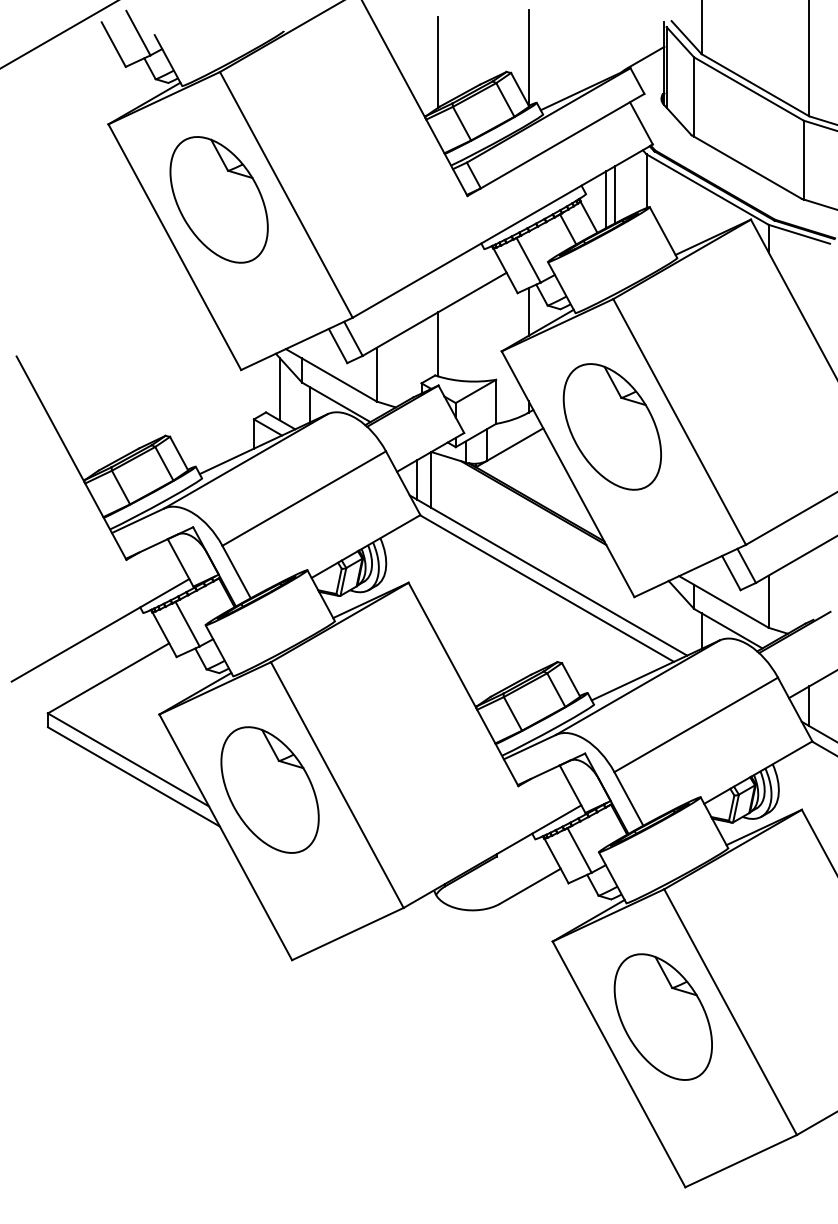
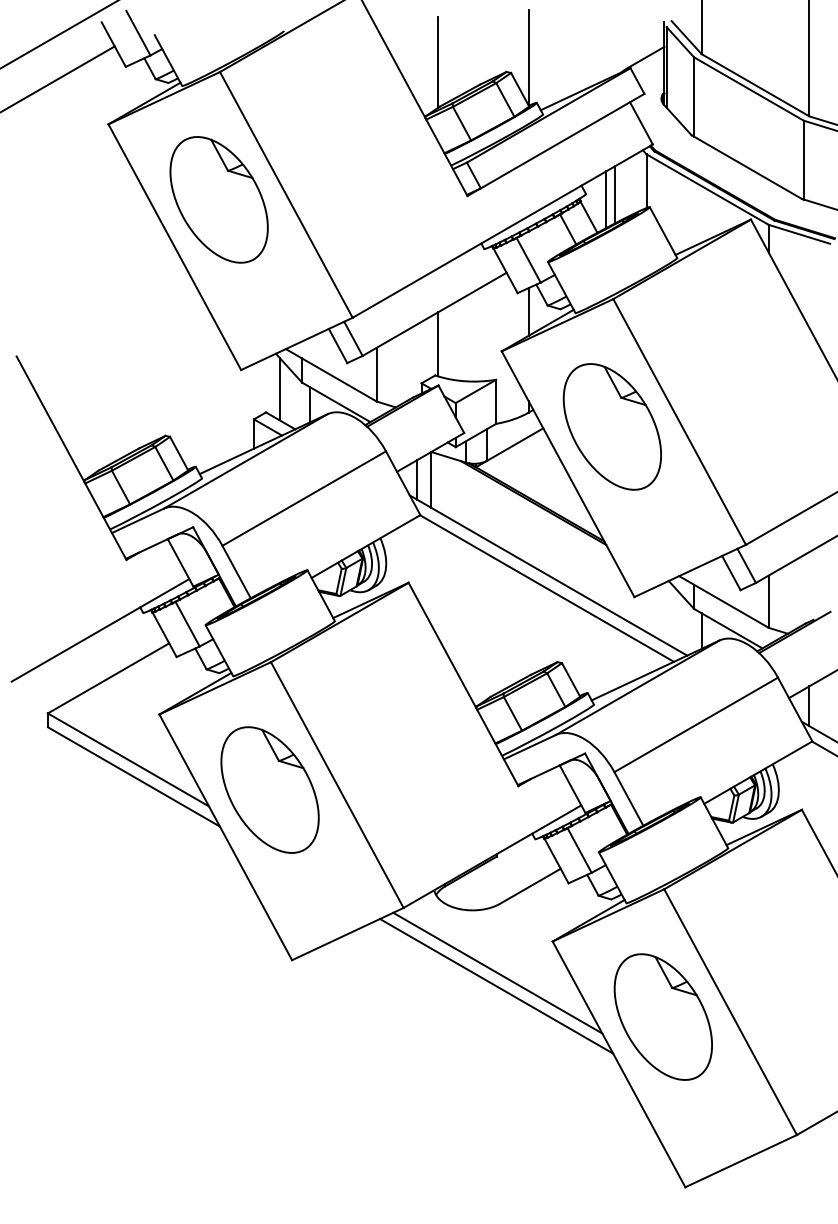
line at (58, 78): none -> present
line at (497, 972): none -> present
line at (496, 986): none -> present
